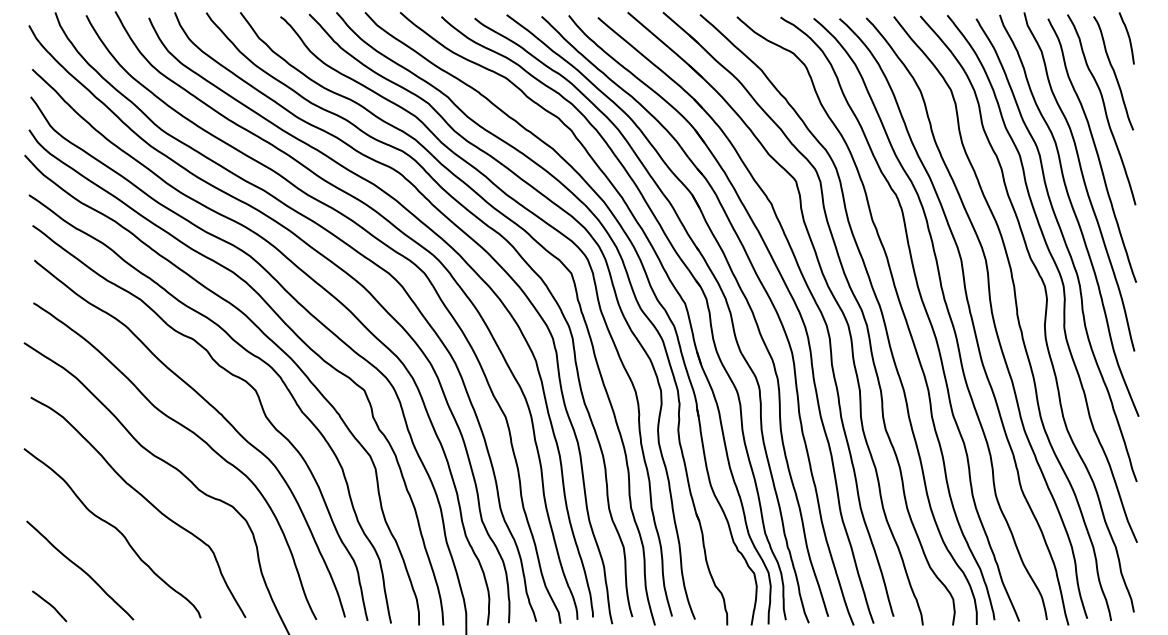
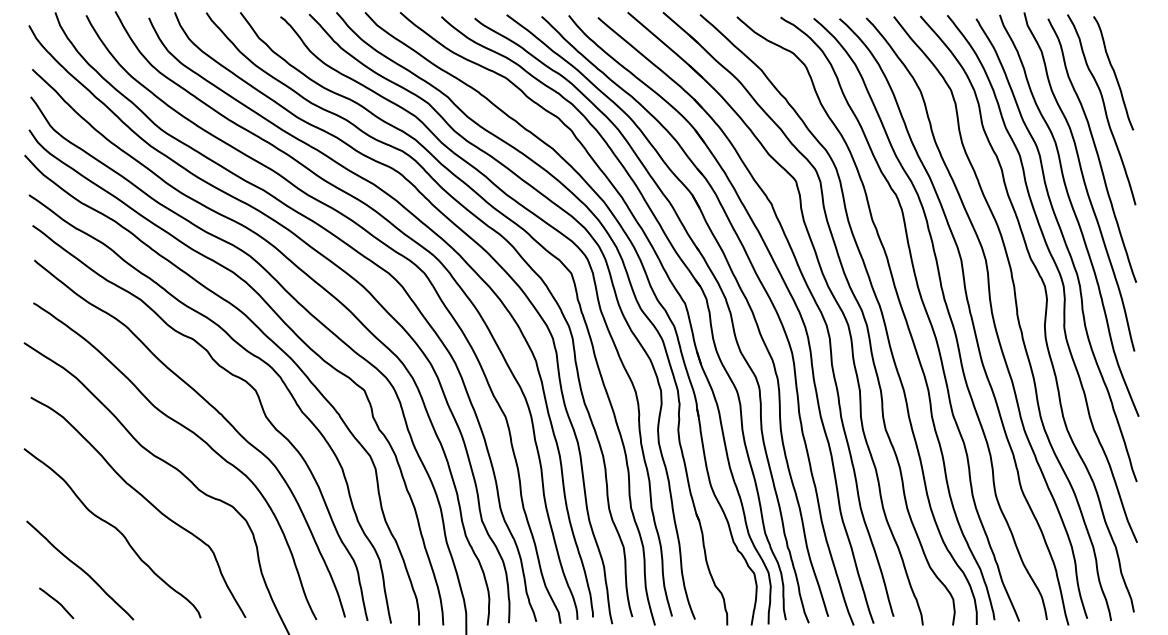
curve at (1128, 38): present -> none
curve at (49, 605) position: (49, 605) -> (56, 602)
